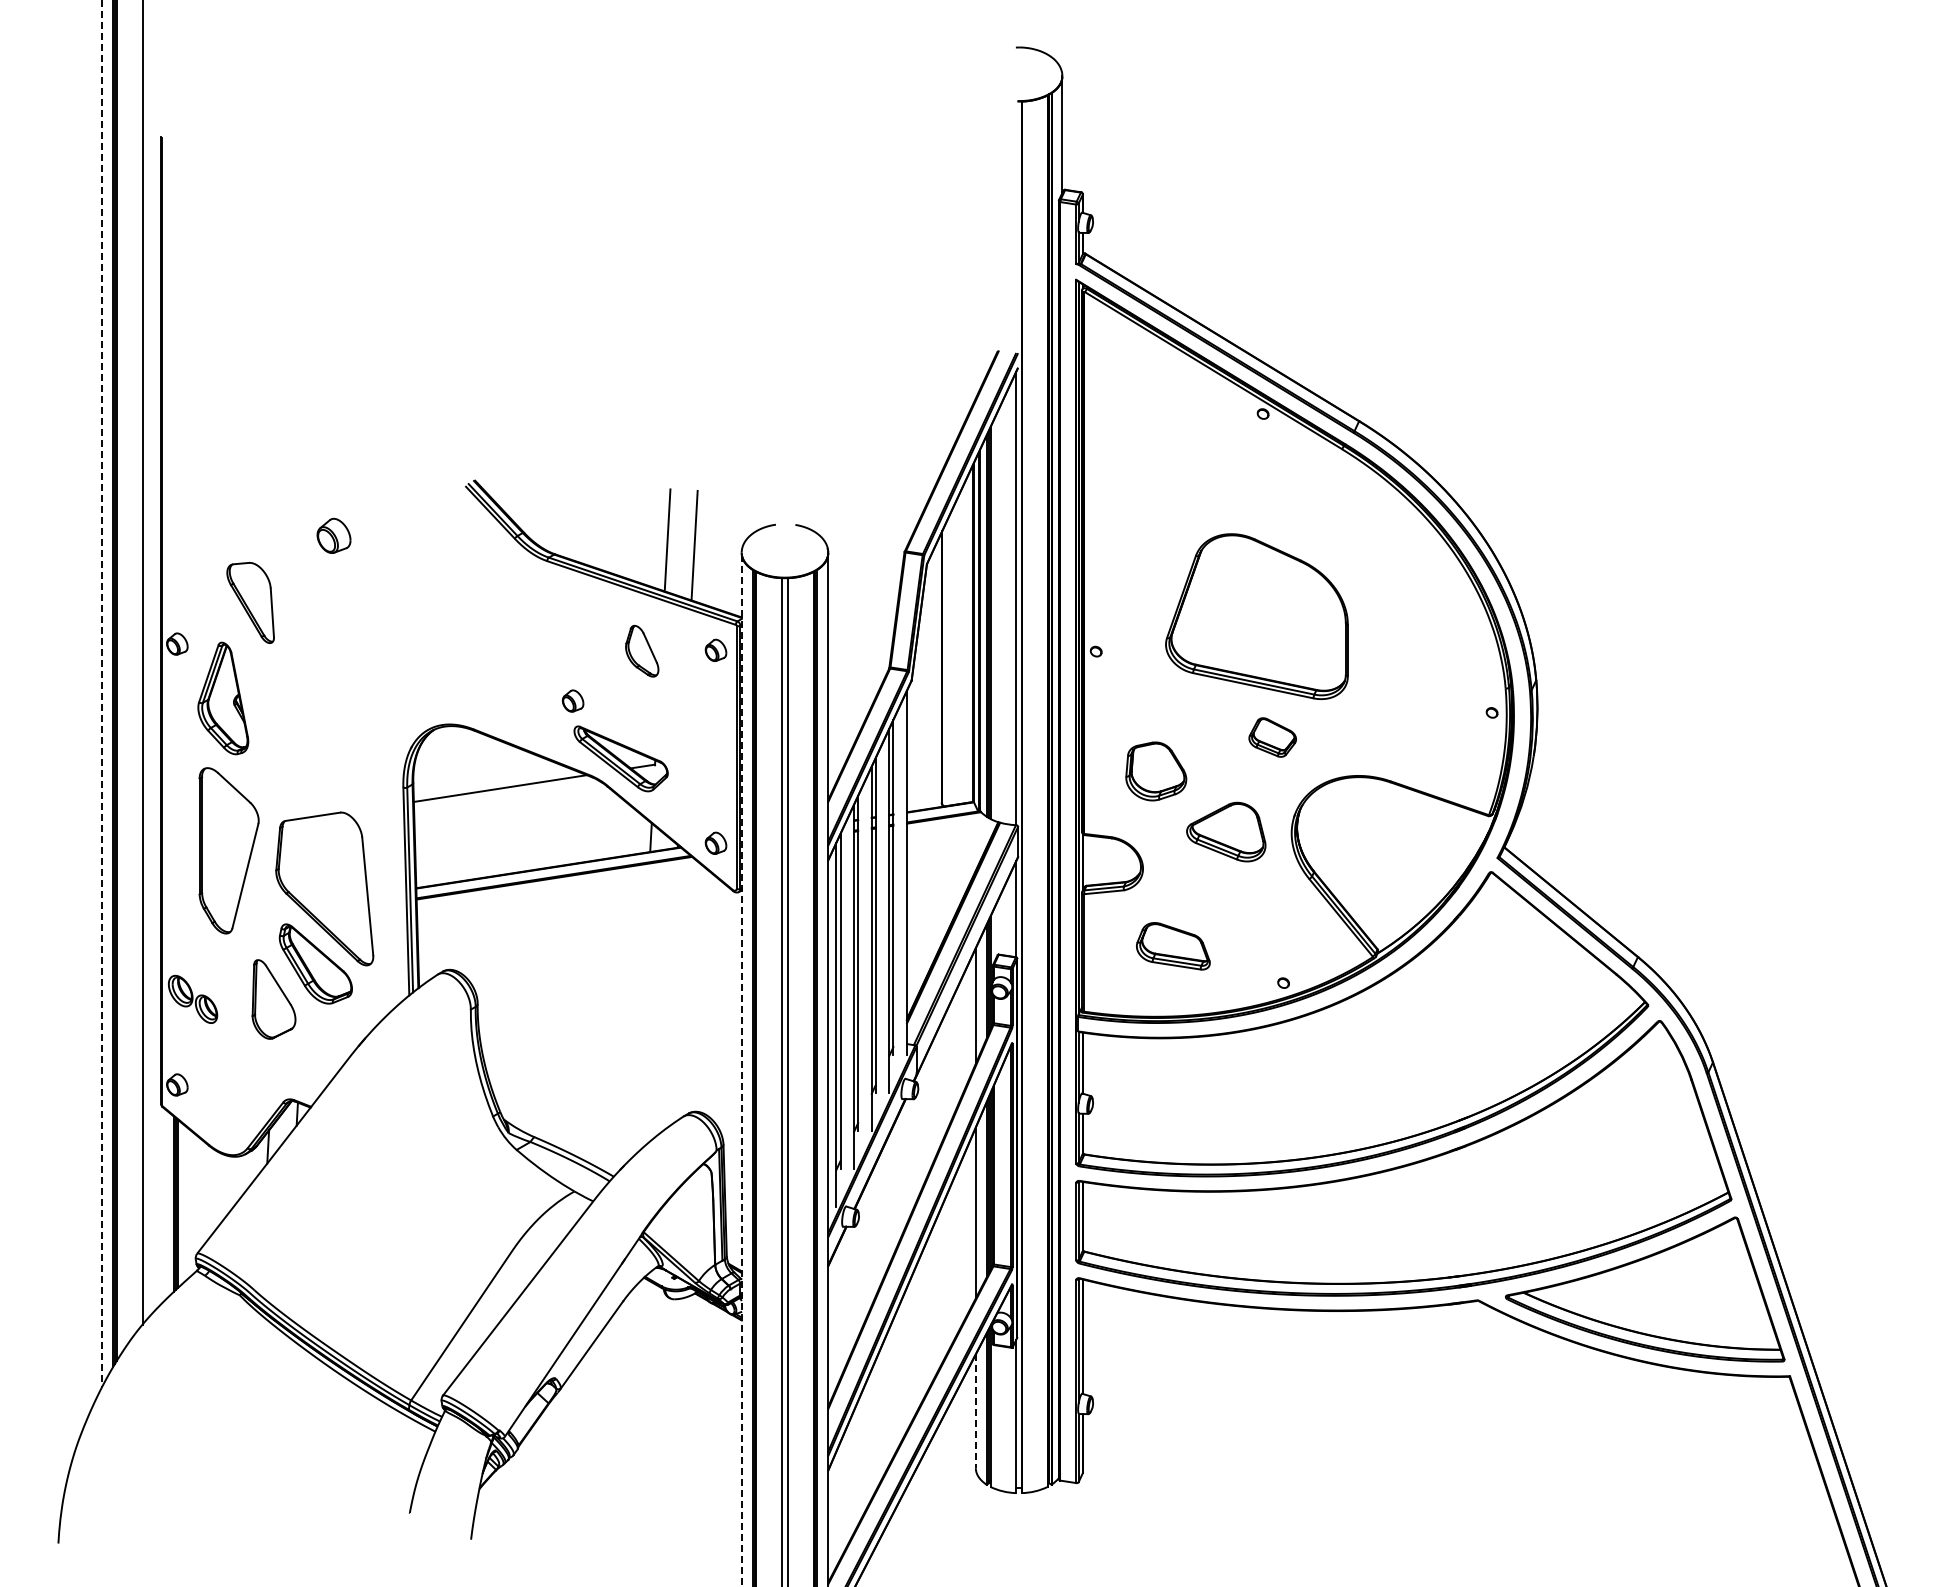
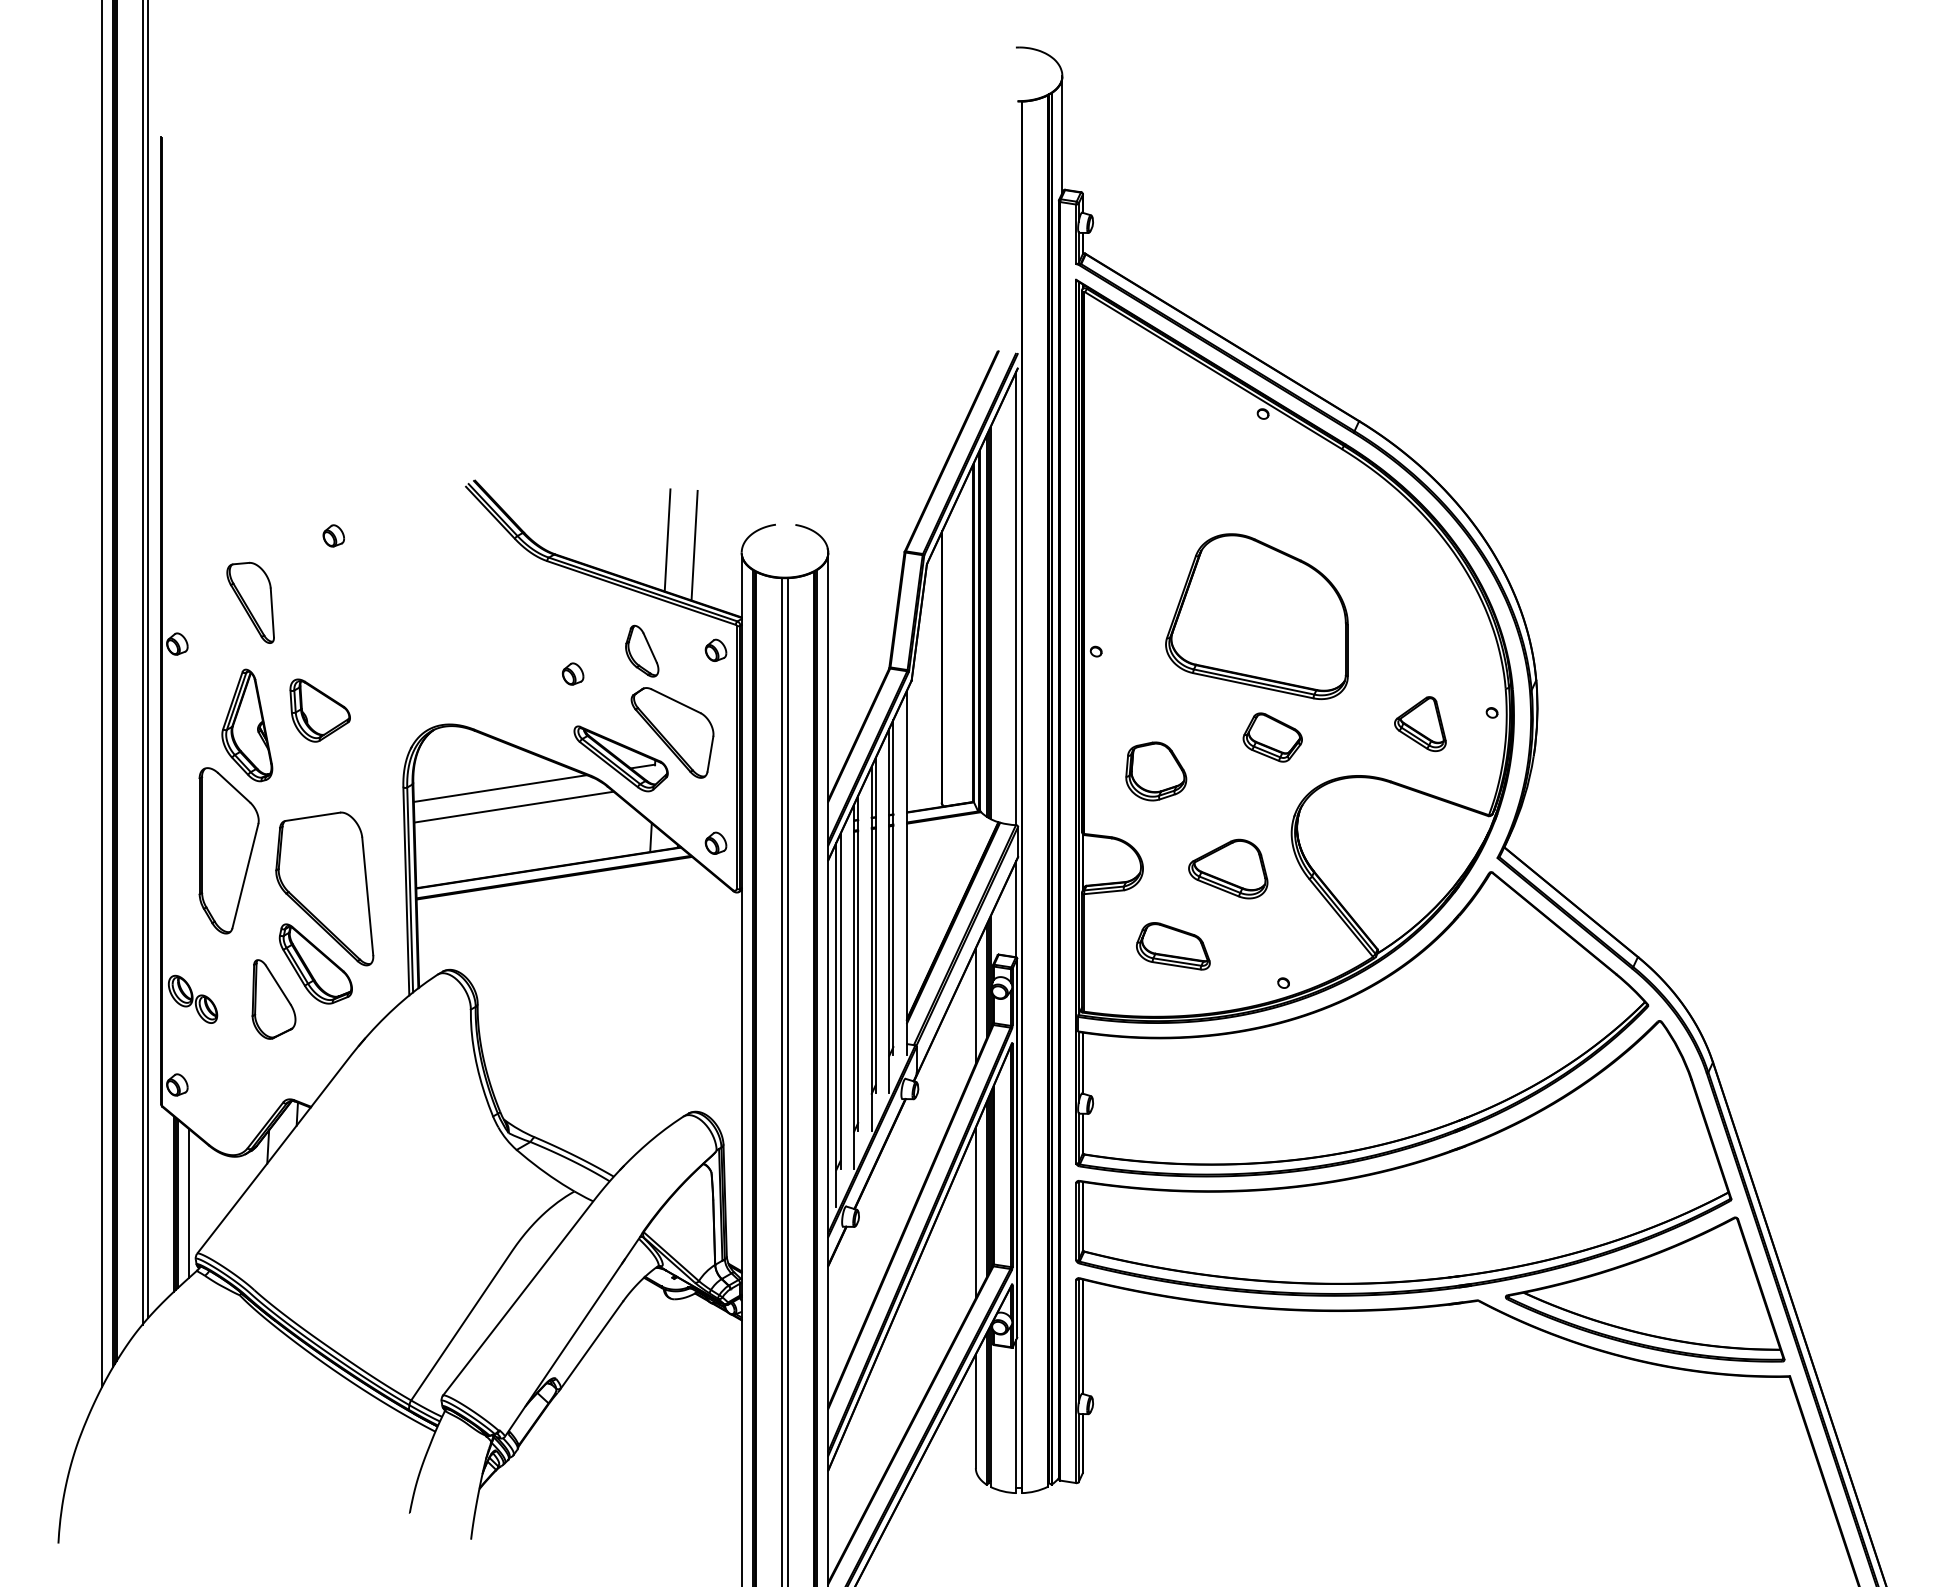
part at (333, 535) size: 36x37 px -> 23x24 px
line at (148, 660): none -> present
line at (102, 694): dashed -> solid
part at (223, 698) position: (223, 698) -> (247, 725)
part at (572, 700) position: (572, 700) -> (572, 673)
part at (319, 710): none -> present
part at (1420, 724): none -> present
part at (672, 732): none -> present
part at (1272, 737) size: 49x41 px -> 61x51 px
line at (513, 806): none -> present
part at (1226, 831) position: (1226, 831) -> (1228, 868)
line at (741, 1070): dashed -> solid
line at (188, 1203): none -> present
line at (975, 1411): dashed -> solid
